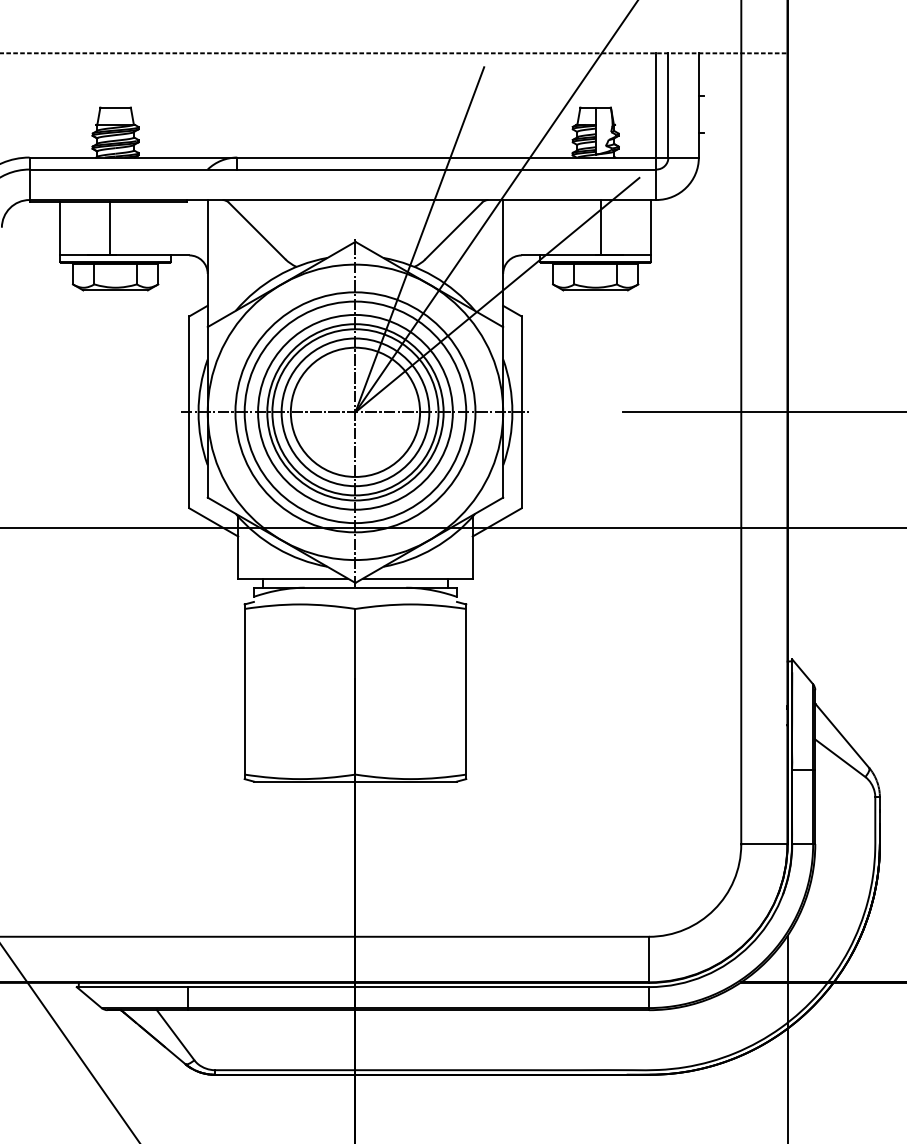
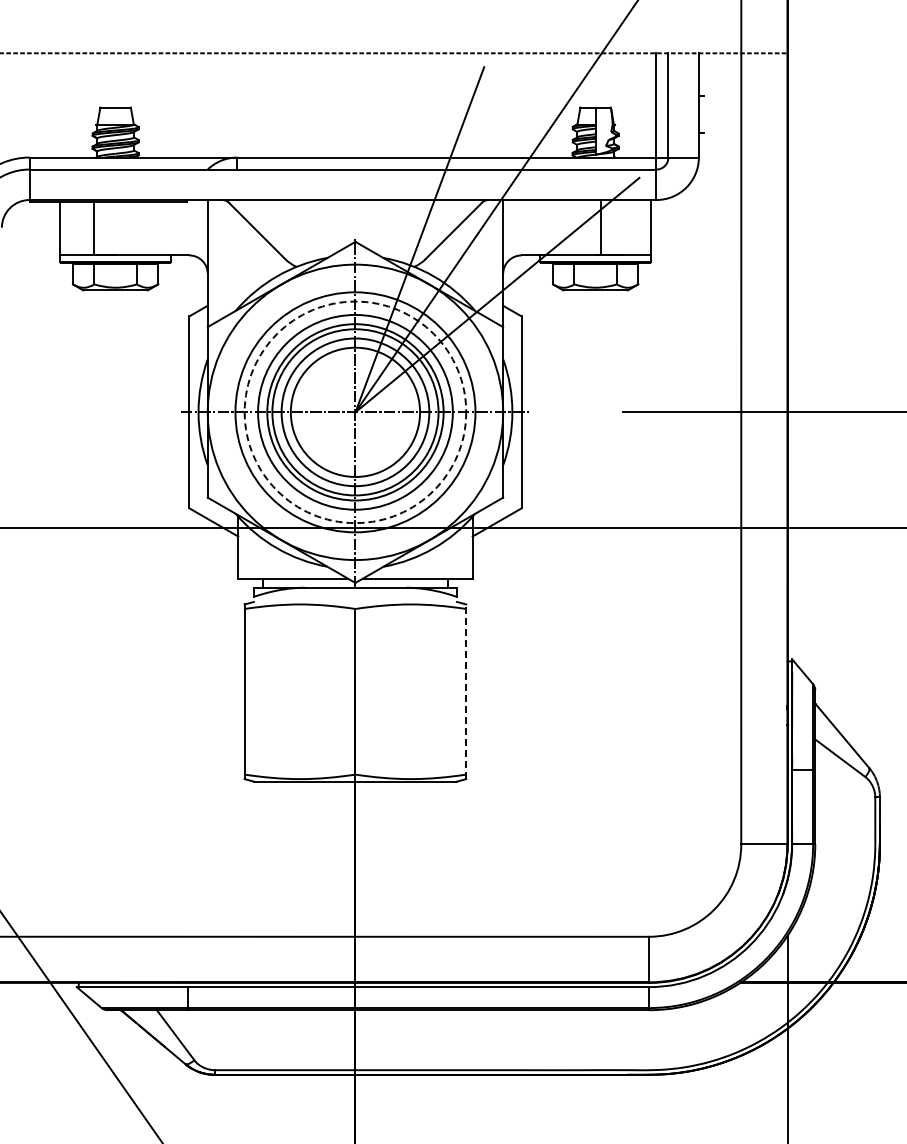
line at (110, 228) position: (110, 228) -> (94, 228)
circle at (355, 412): solid -> dashed
line at (466, 691): solid -> dashed
line at (70, 1043) position: (70, 1043) -> (81, 1027)
